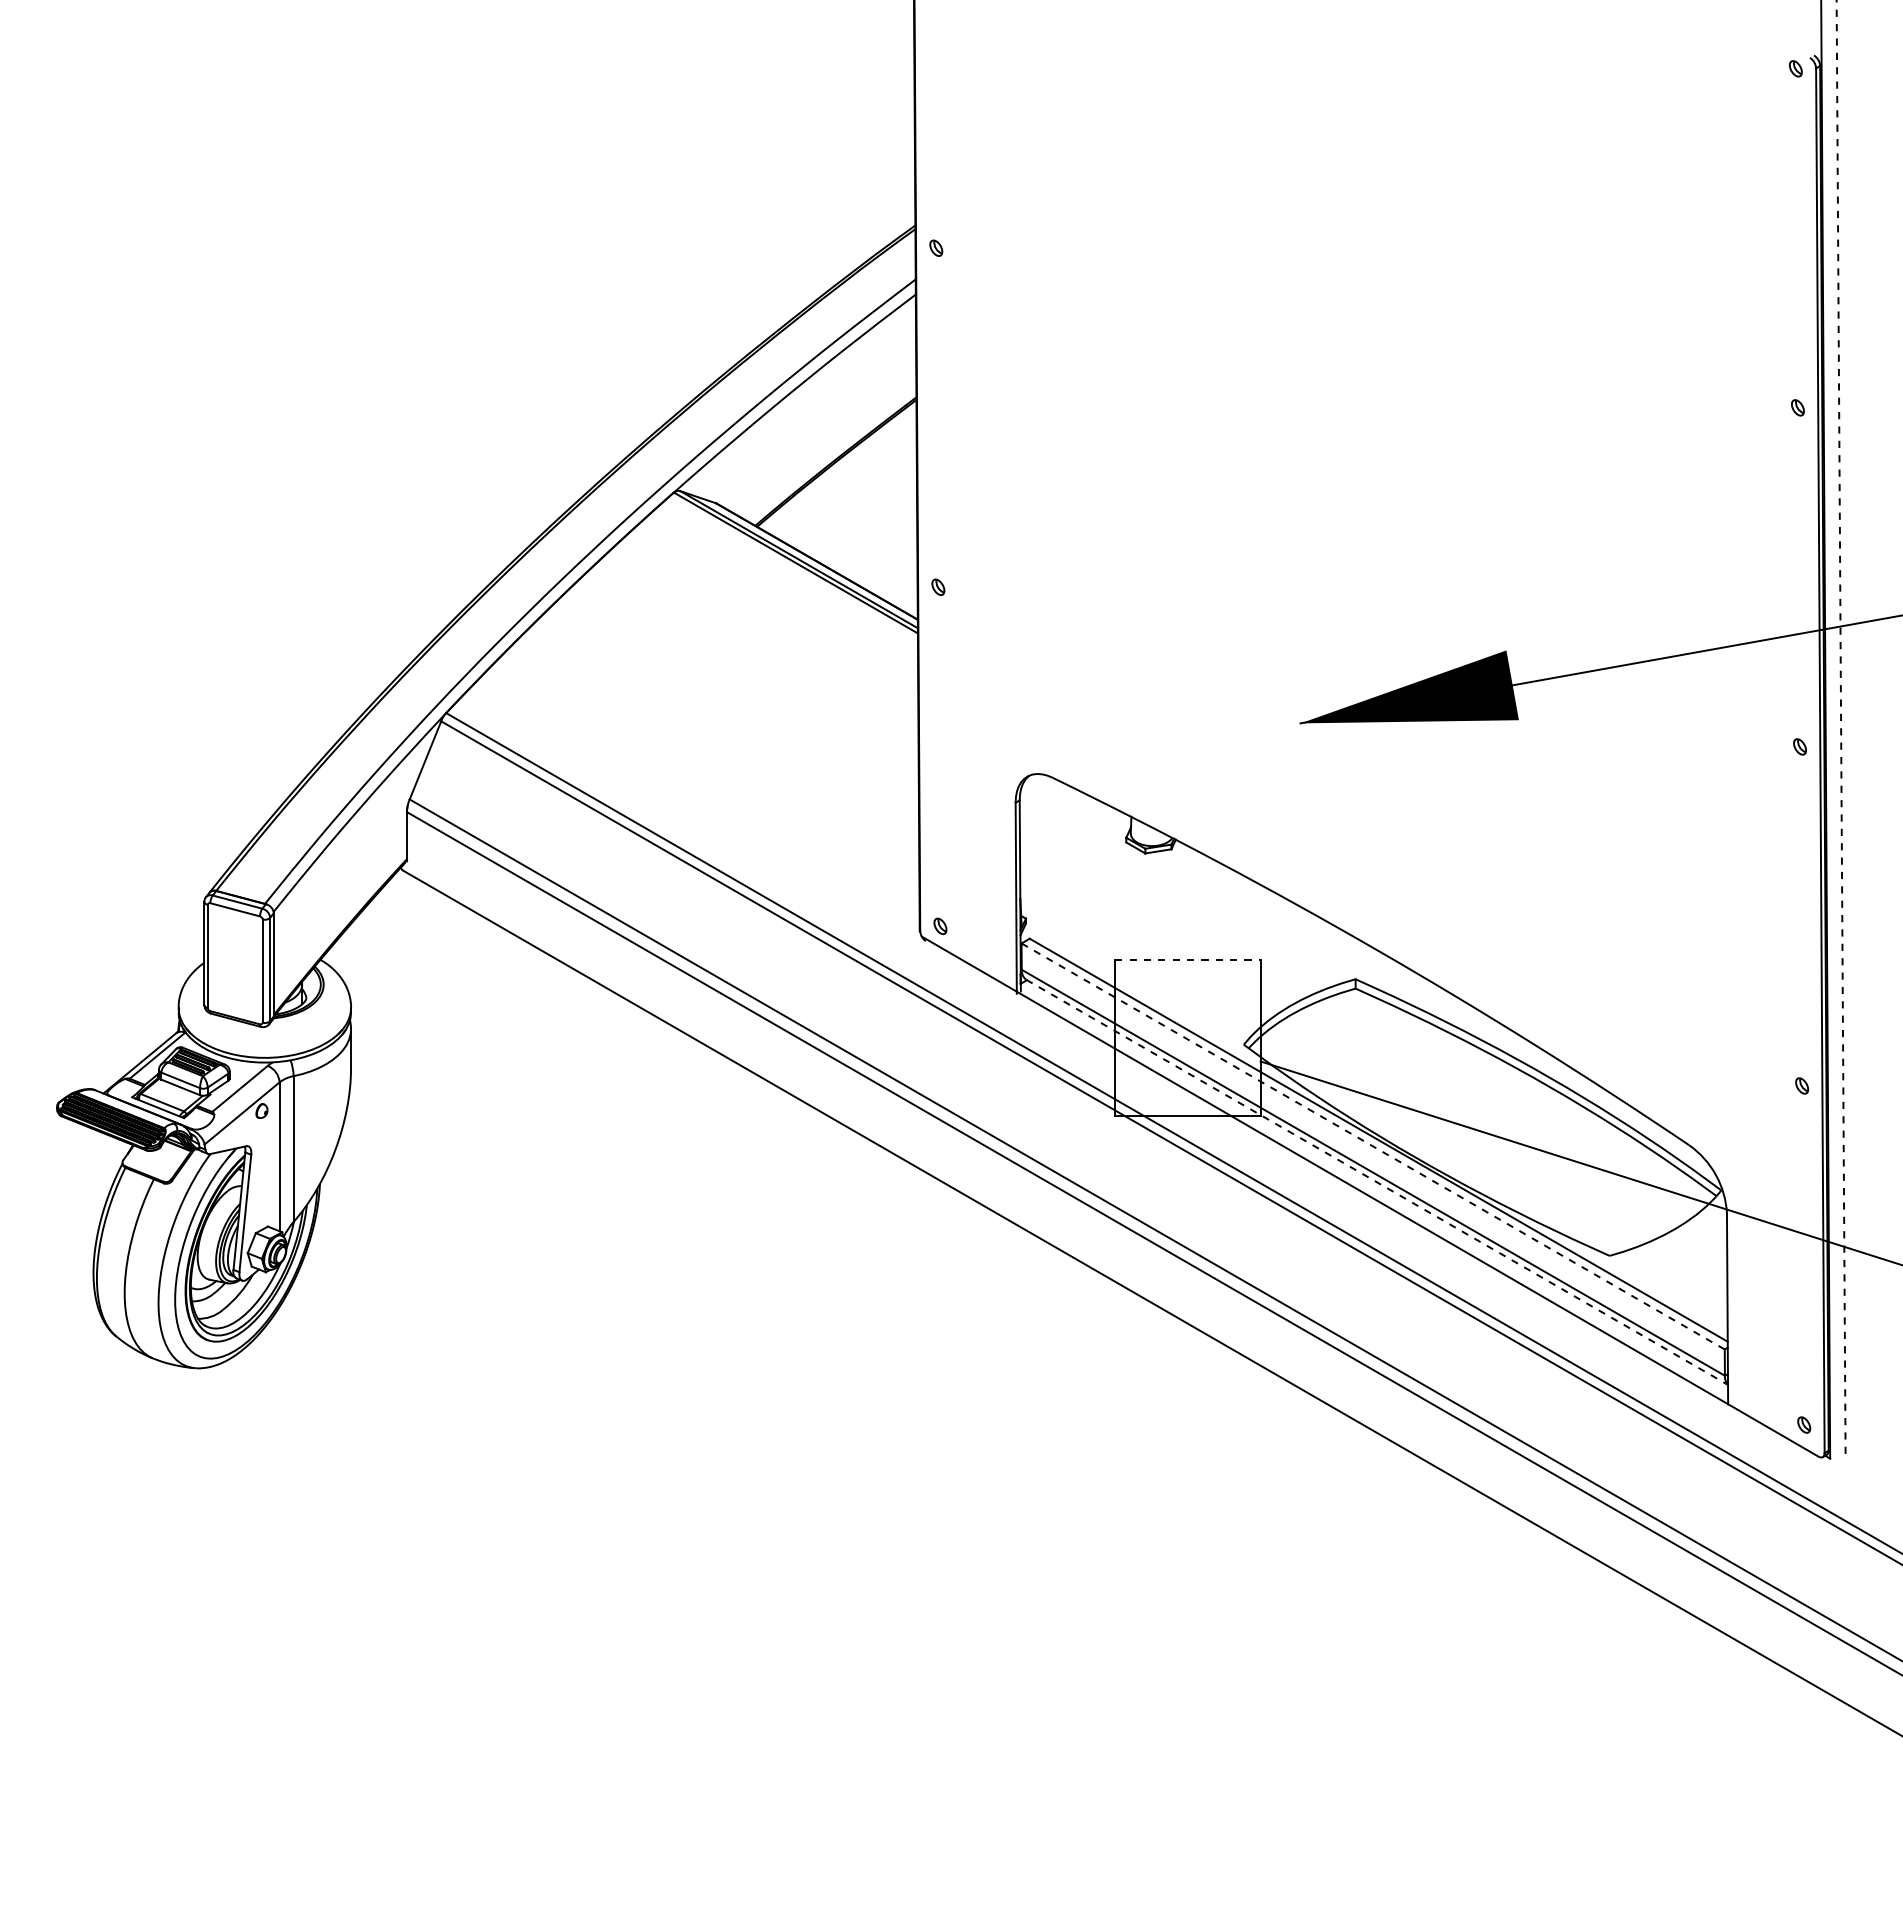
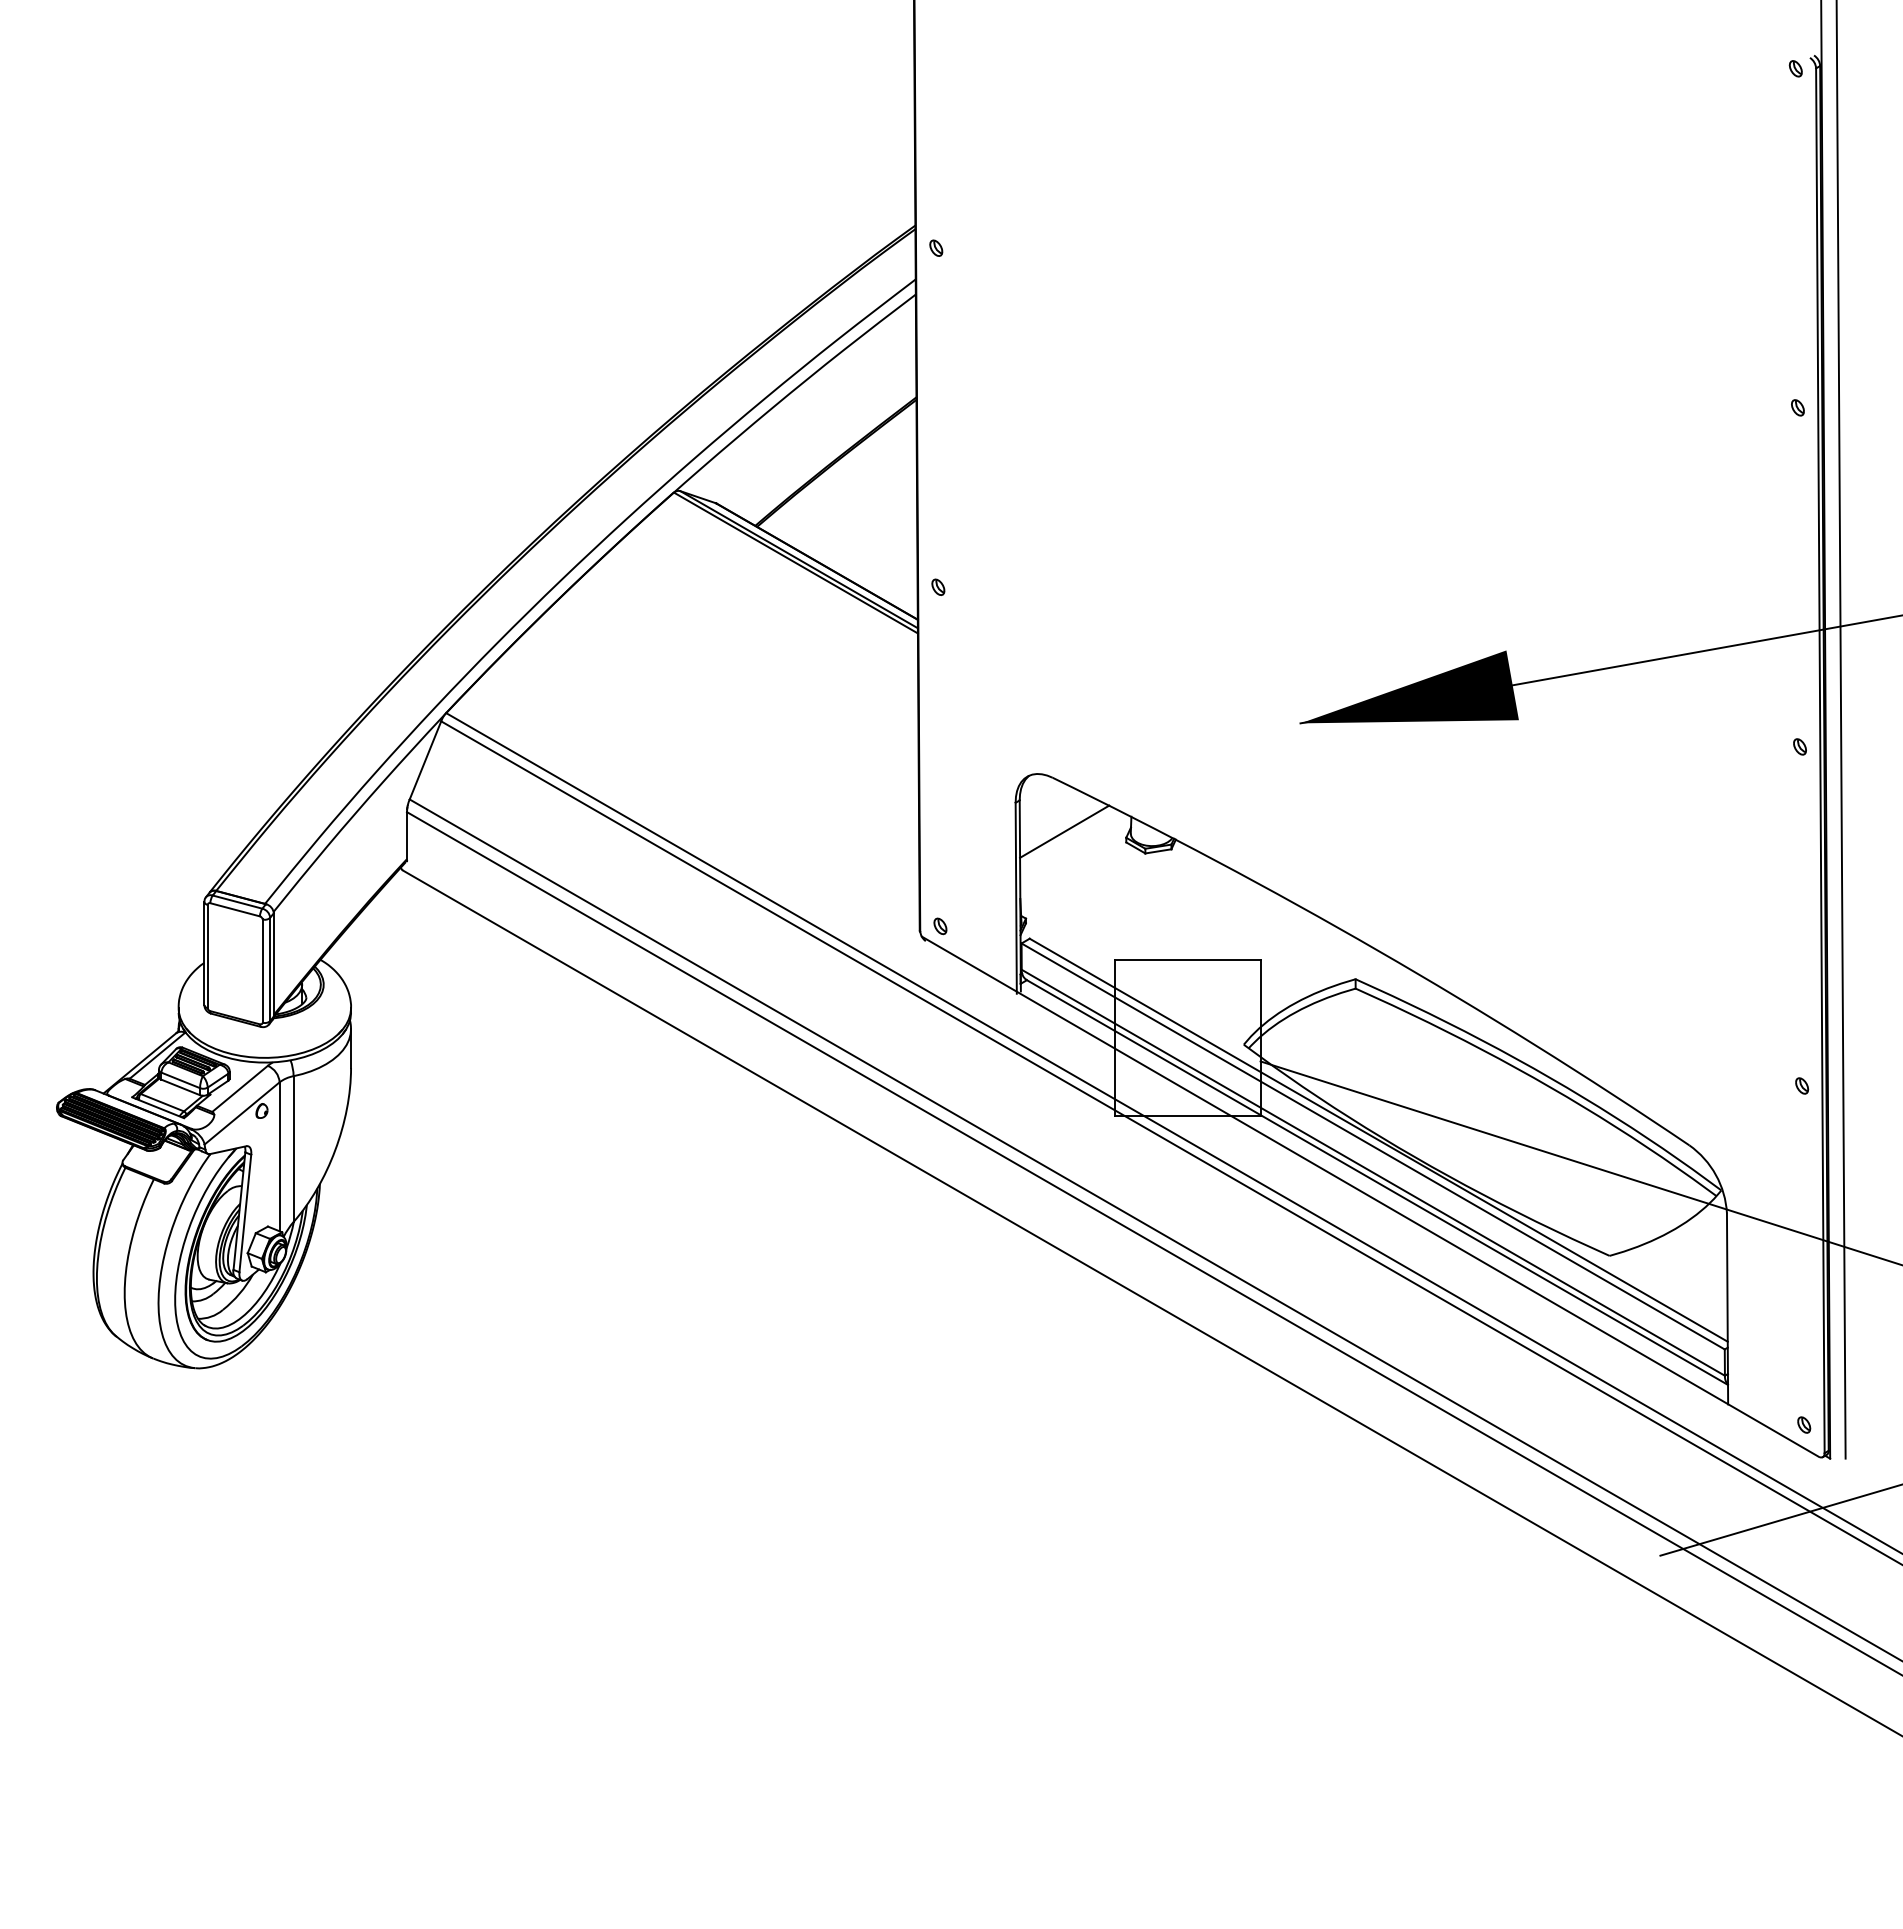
line at (1841, 729): dashed -> solid
line at (1064, 831): none -> present
line at (1187, 960): dashed -> solid
line at (1373, 1146): dashed -> solid
line at (1377, 1182): dashed -> solid
line at (1779, 1520): none -> present
